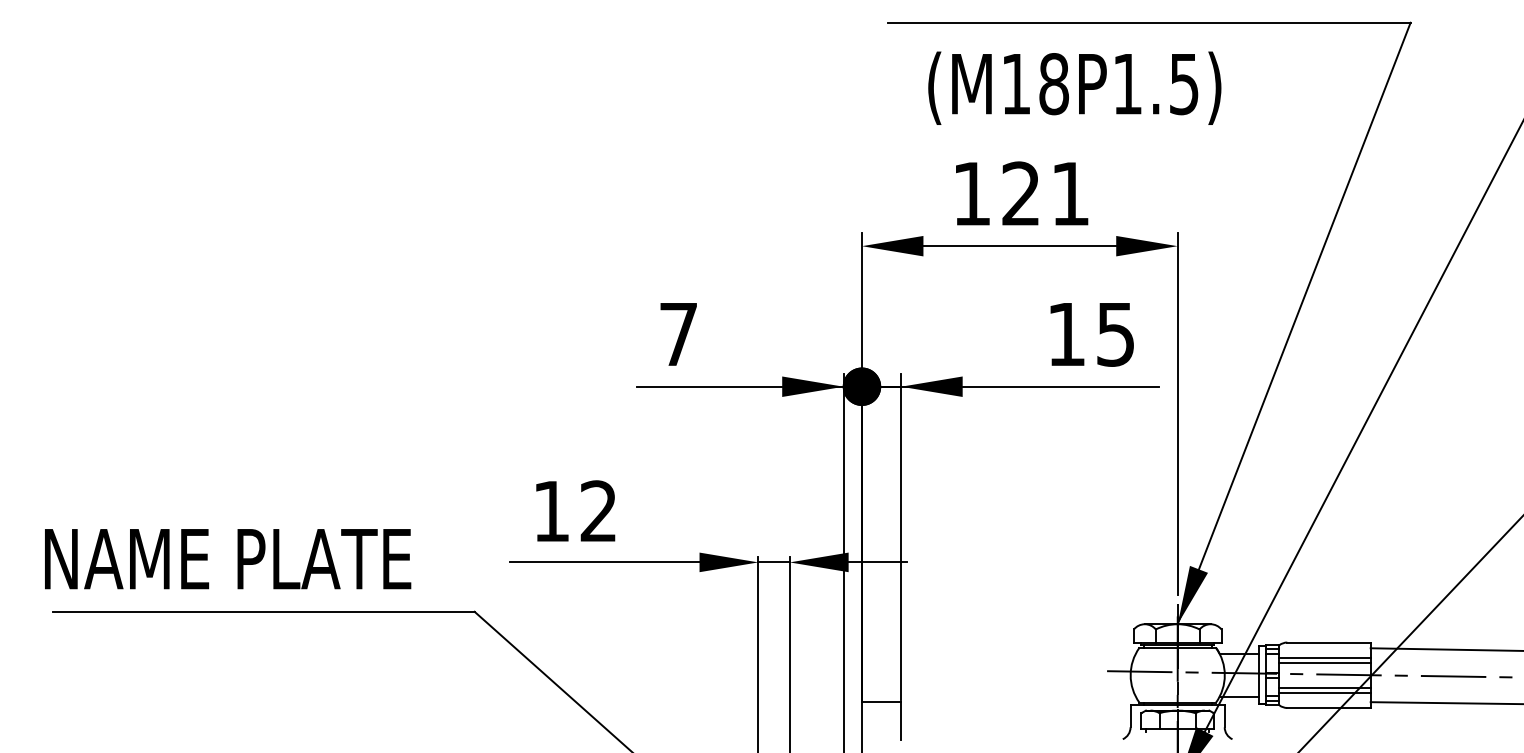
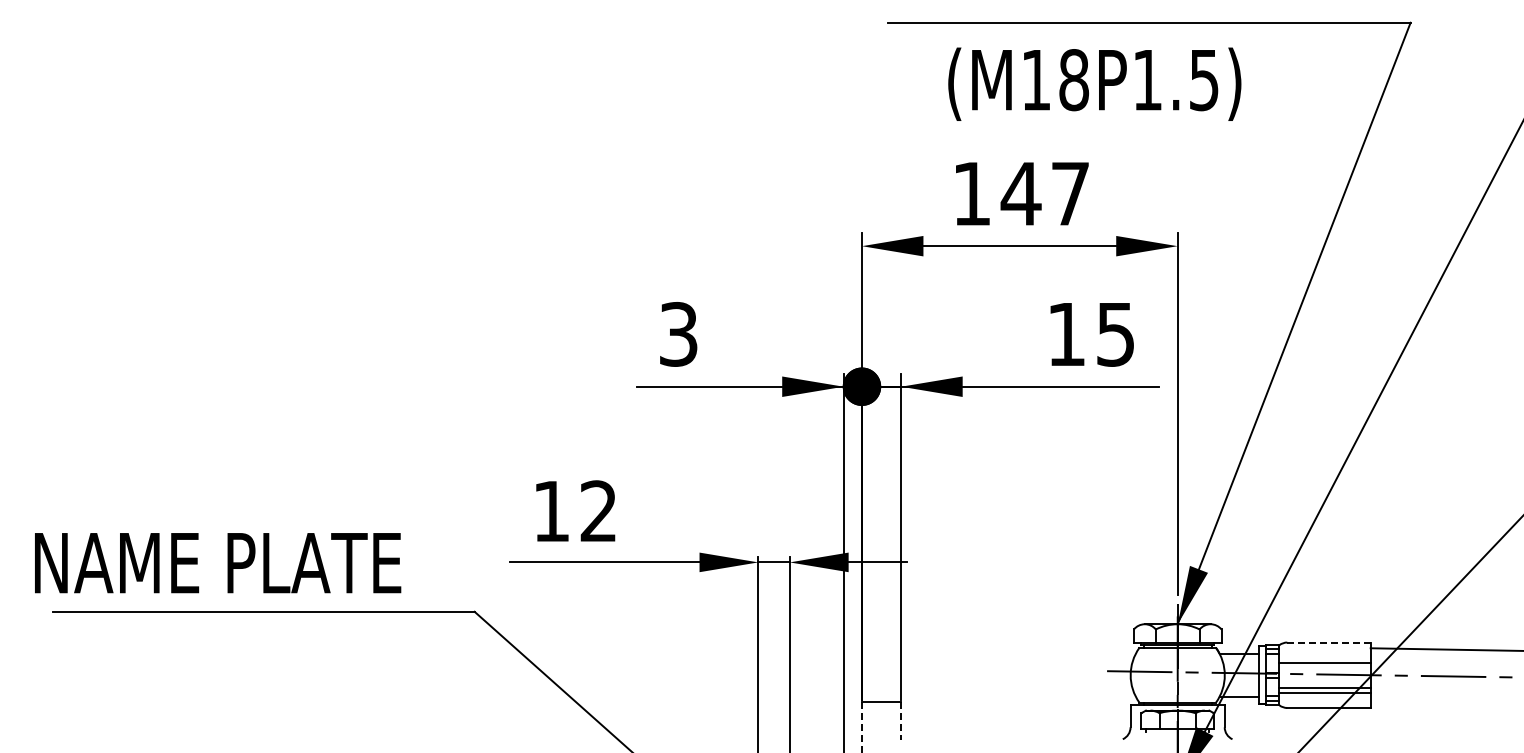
text at (1074, 87) position: (1074, 87) -> (1094, 83)
text at (1044, 193): 121 -> 147
text at (678, 334): 7 -> 3
text at (228, 559) position: (228, 559) -> (218, 563)
line at (1329, 642): solid -> dashed
line at (1324, 657): present -> none
line at (1445, 703): present -> none
line at (901, 720): solid -> dashed
line at (861, 727): solid -> dashed
